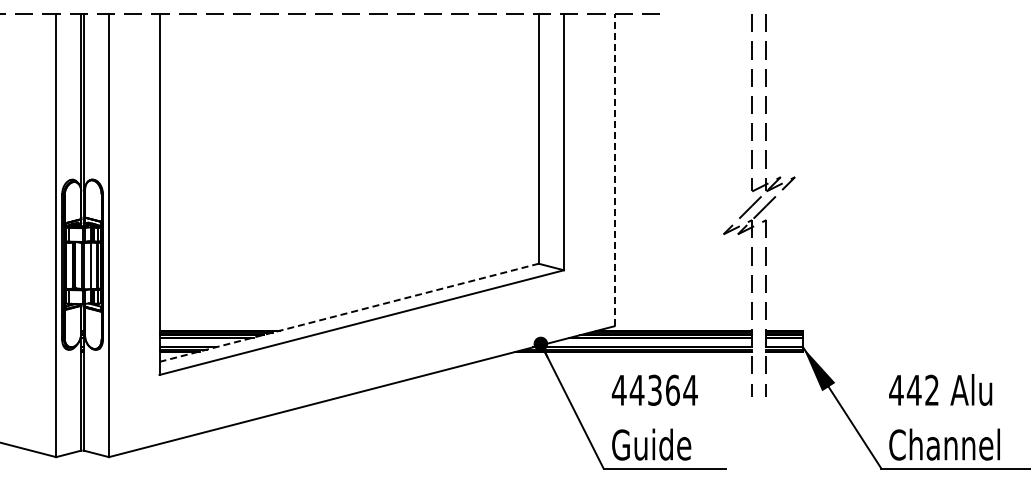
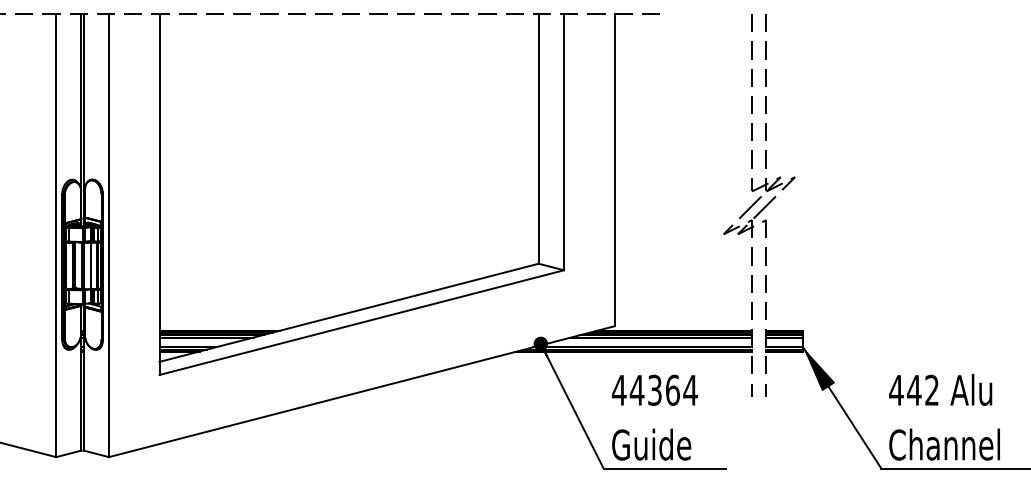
line at (614, 169): dashed -> solid
line at (349, 312): dashed -> solid
